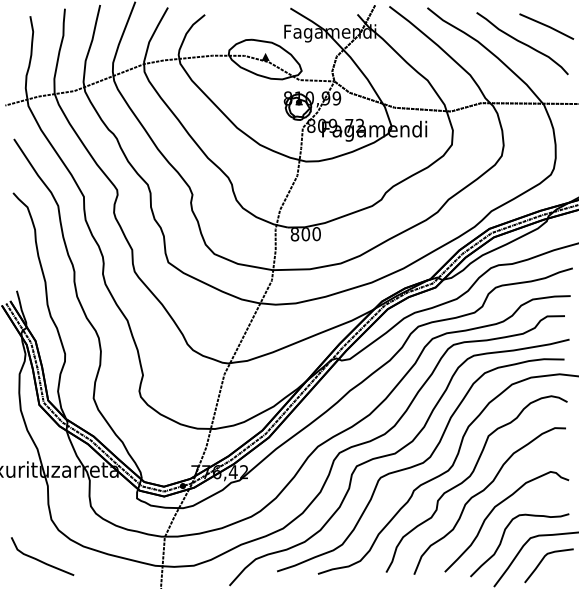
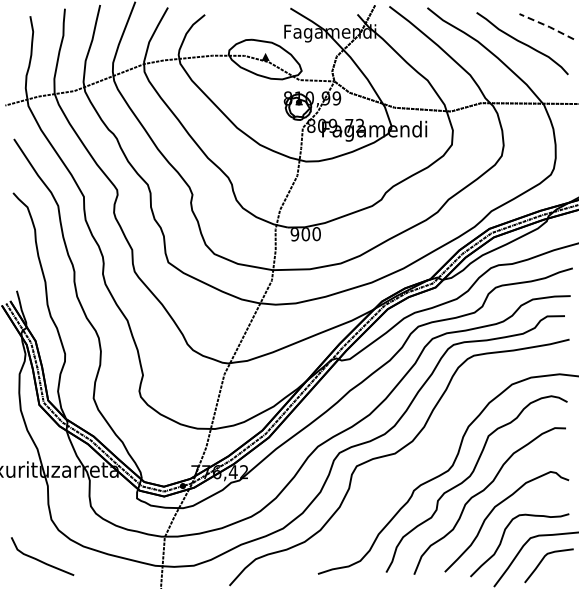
line at (547, 26): solid -> dashed
text at (294, 234): 800 -> 900
curve at (420, 464): present -> none
